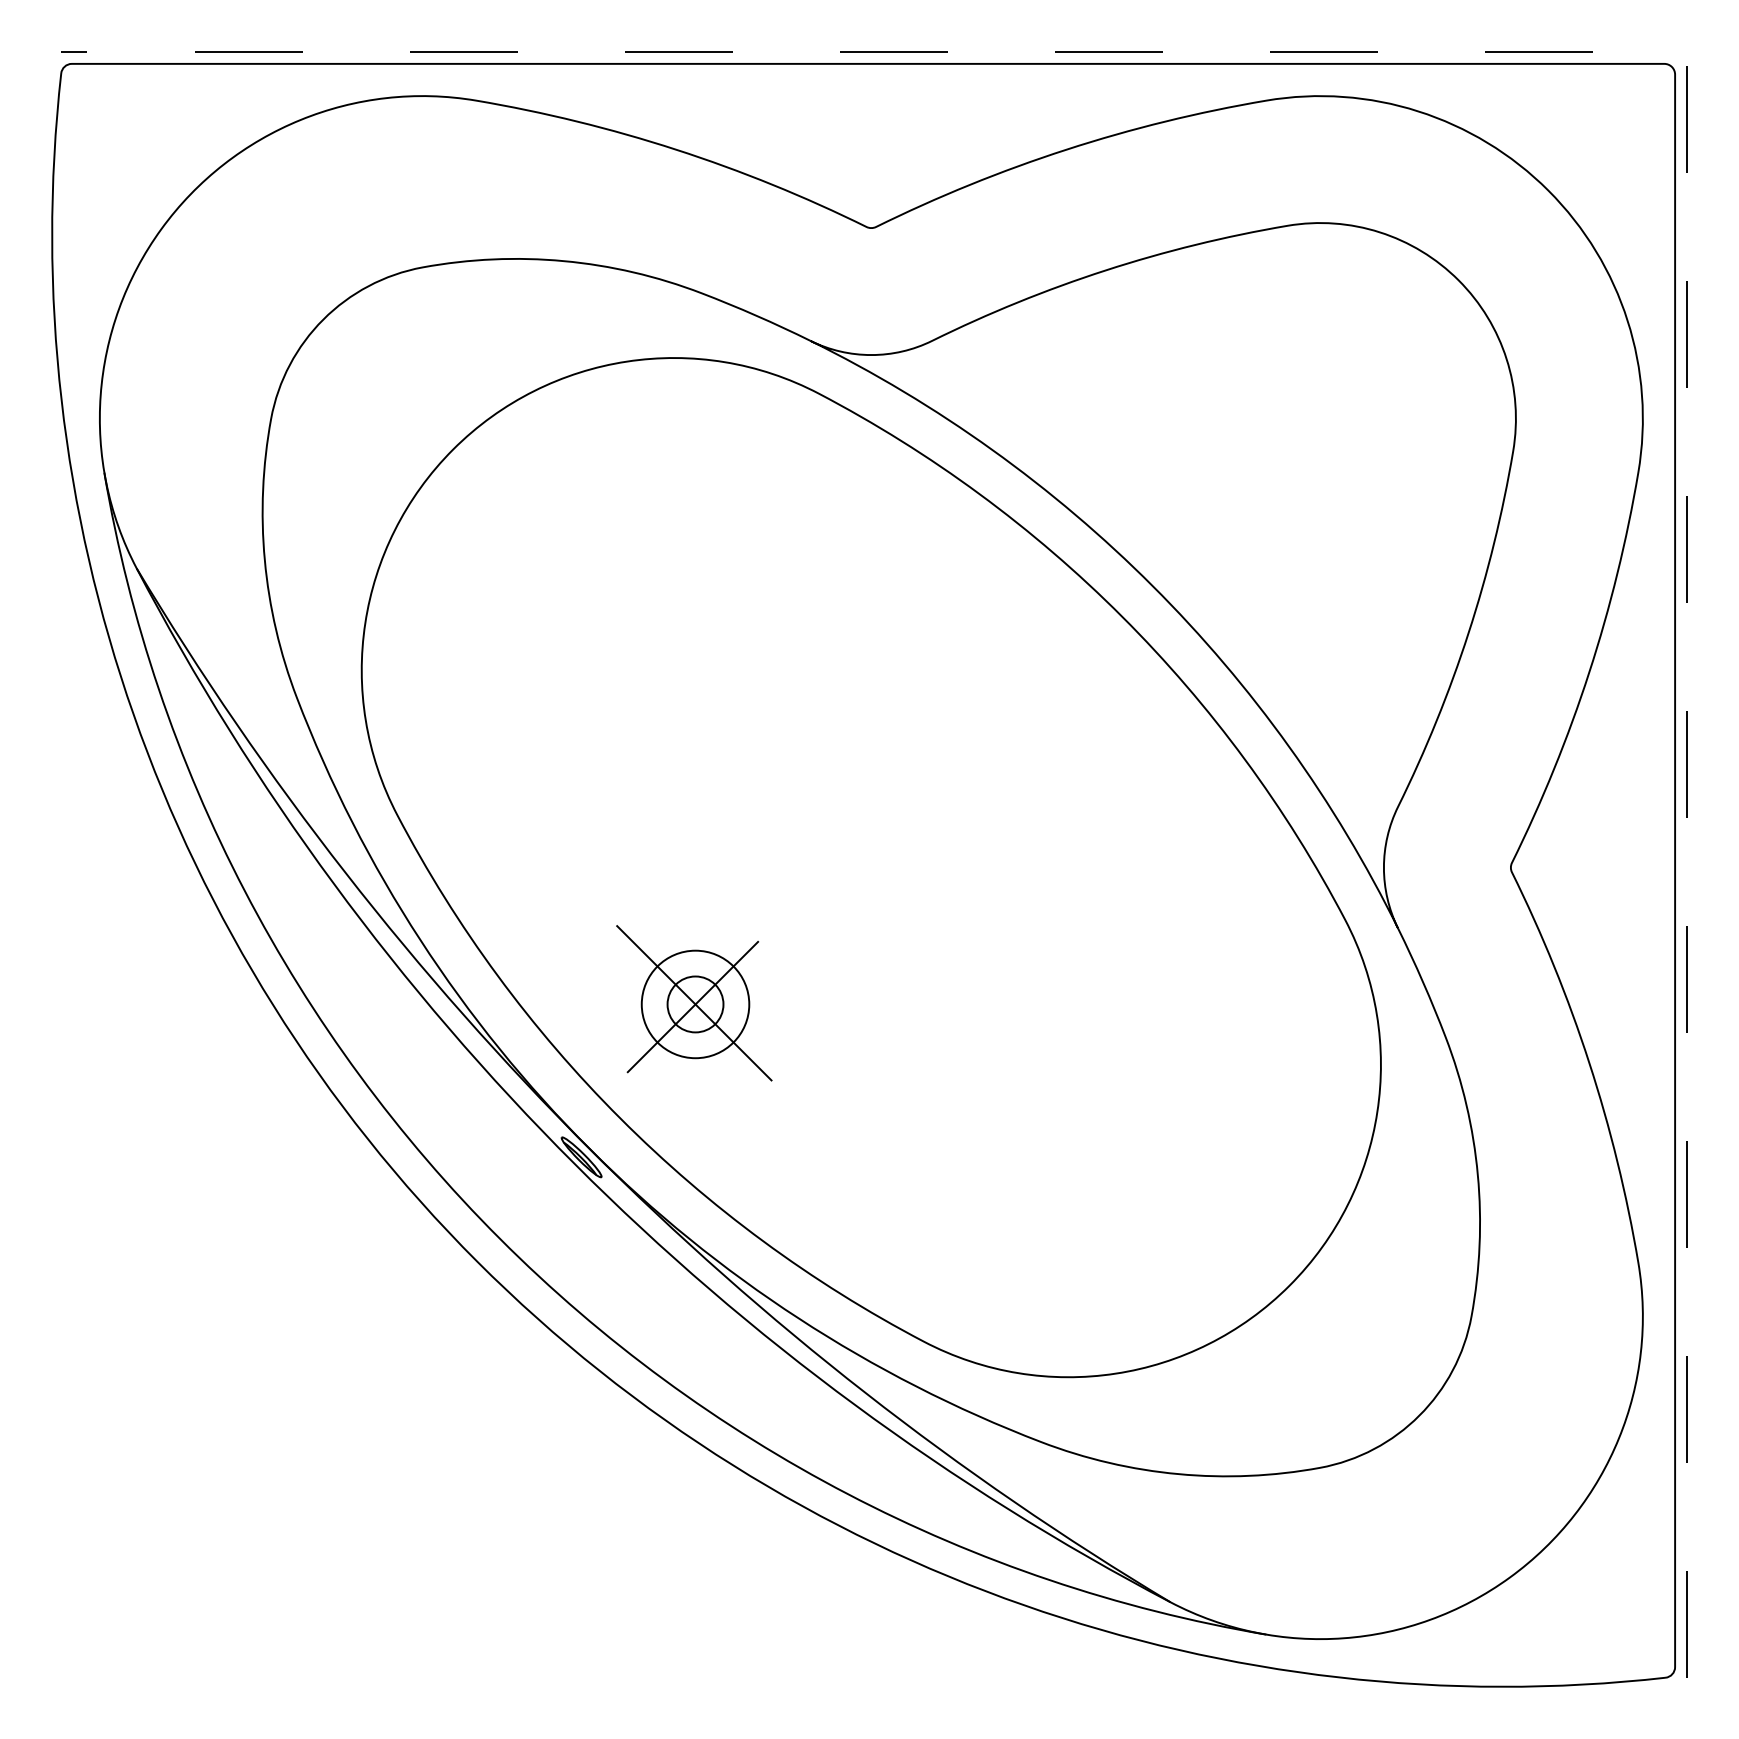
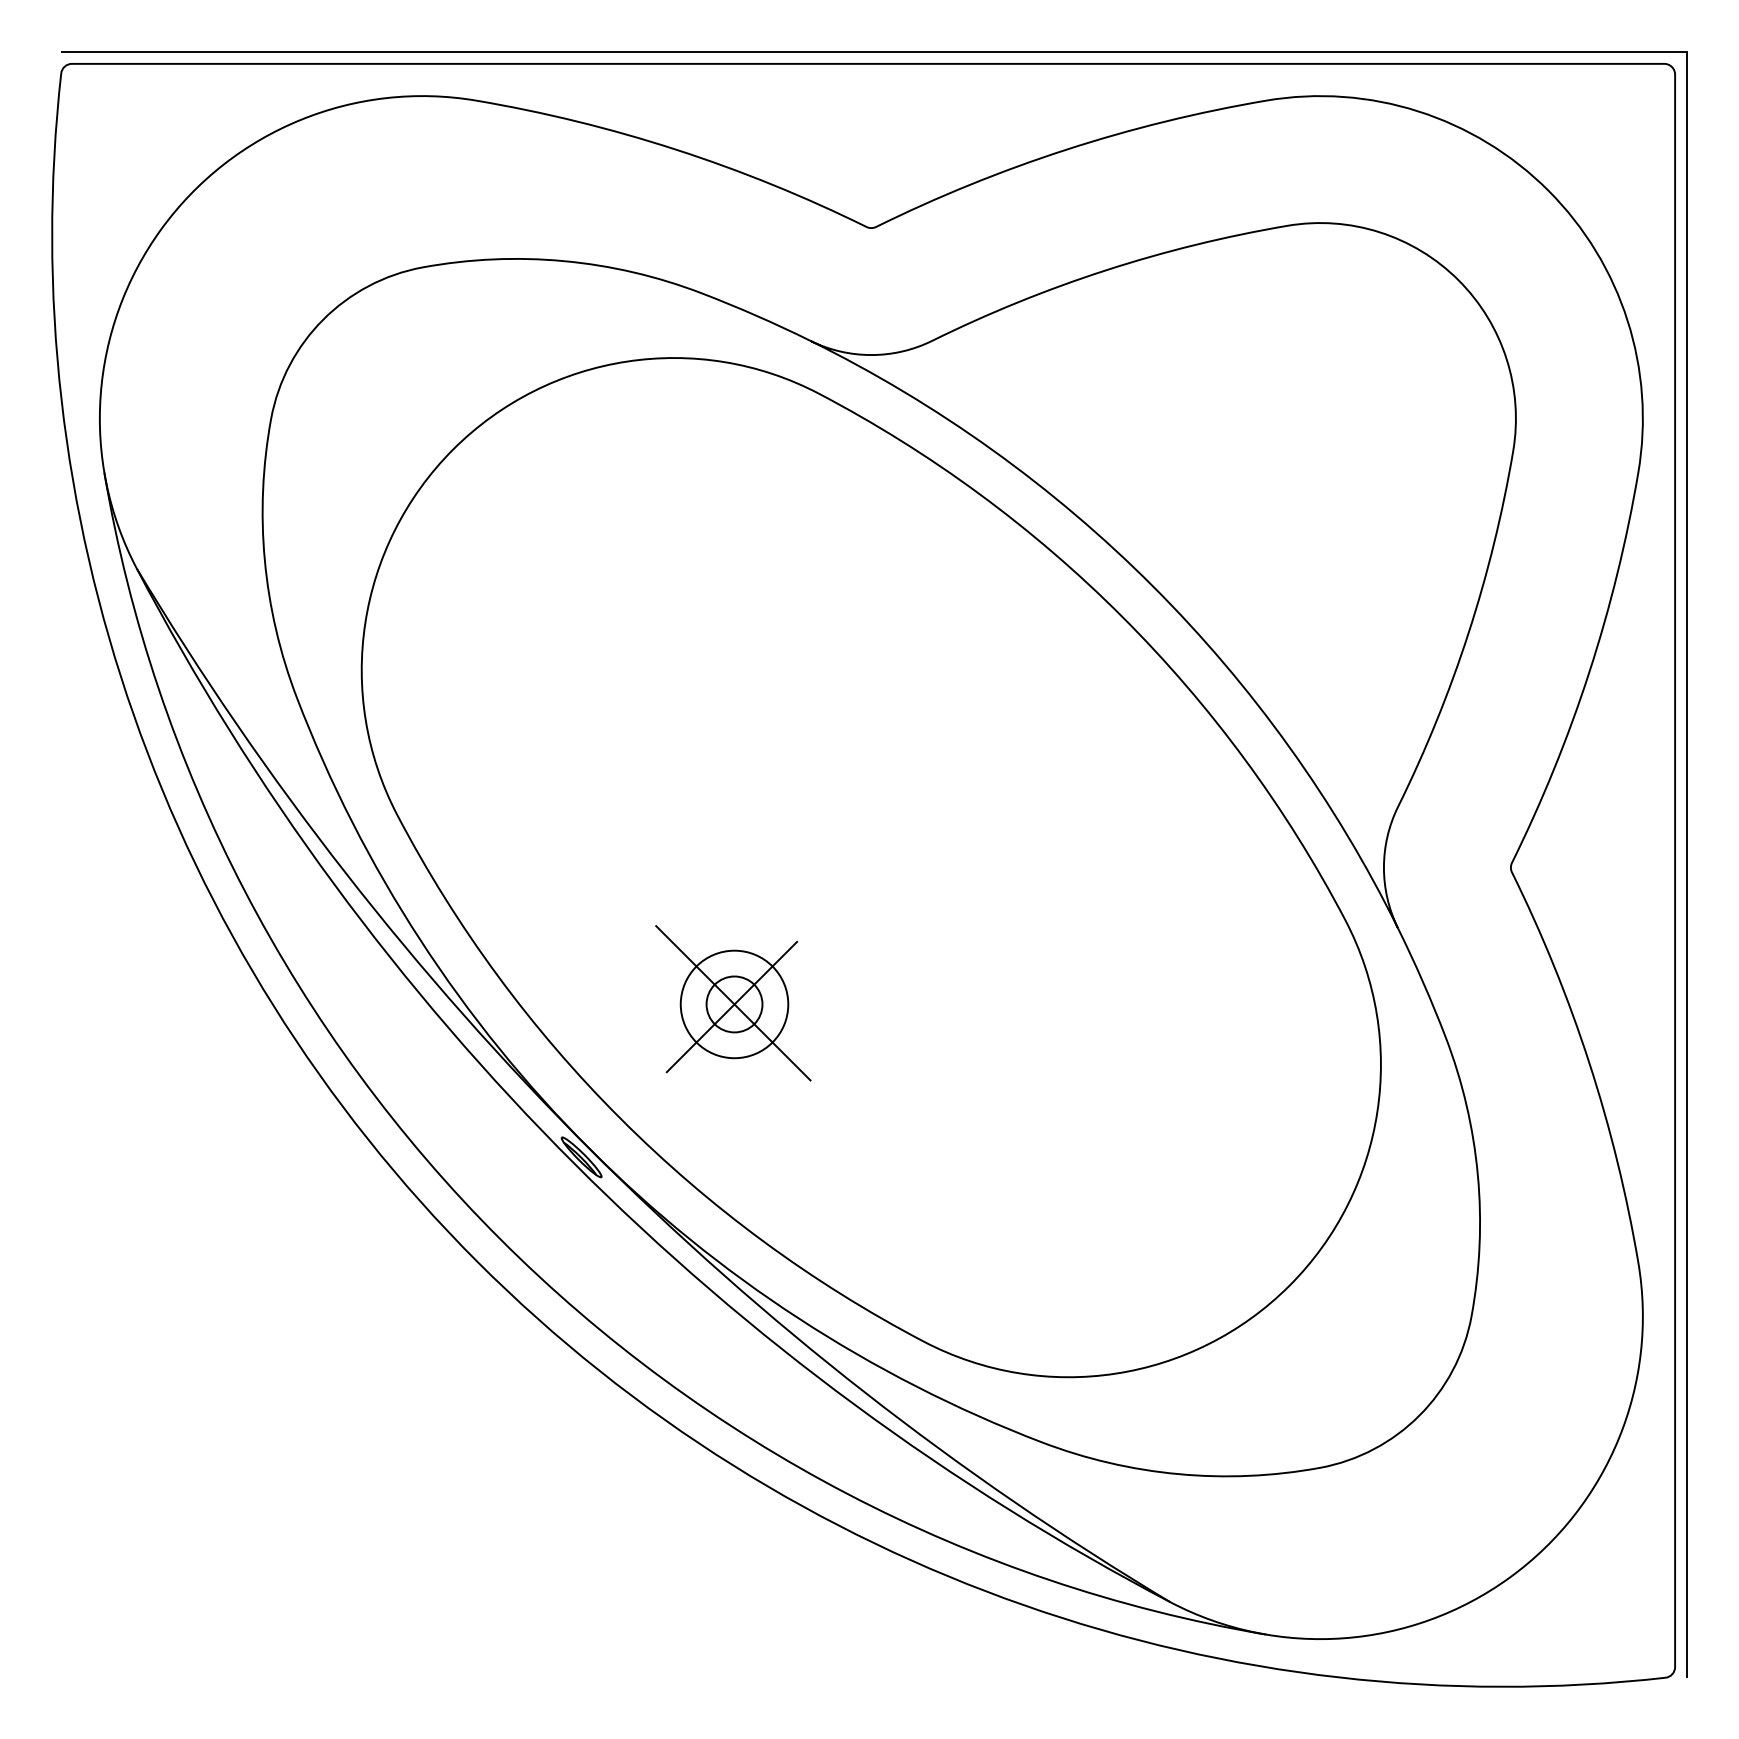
line at (1686, 52): dashed -> solid
part at (694, 1003) position: (694, 1003) -> (733, 1003)
